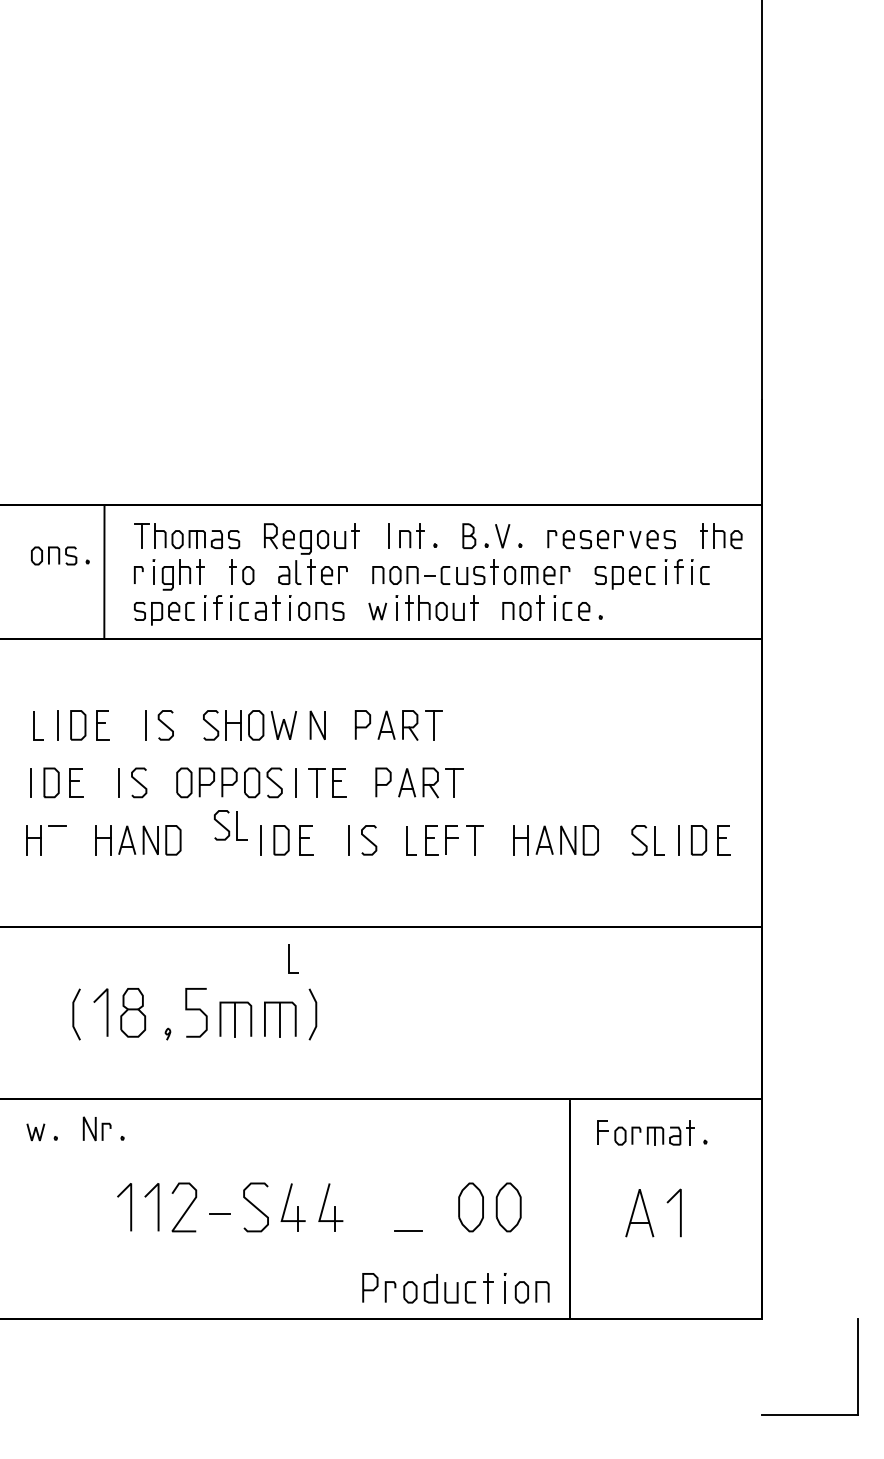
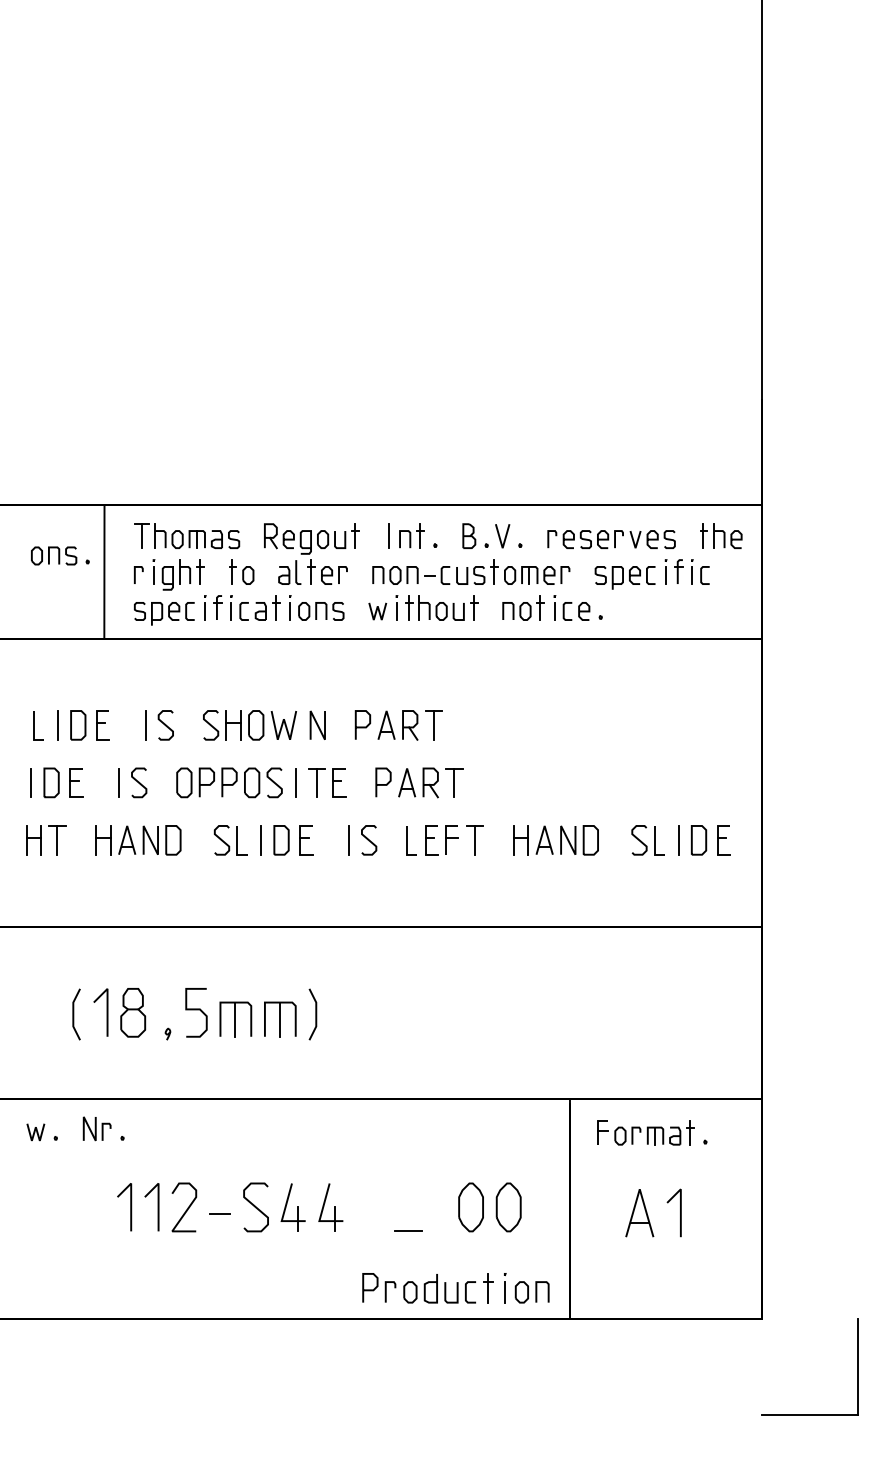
part at (230, 825) position: (230, 825) -> (230, 840)
line at (57, 839): none -> present
line at (289, 958): present -> none
